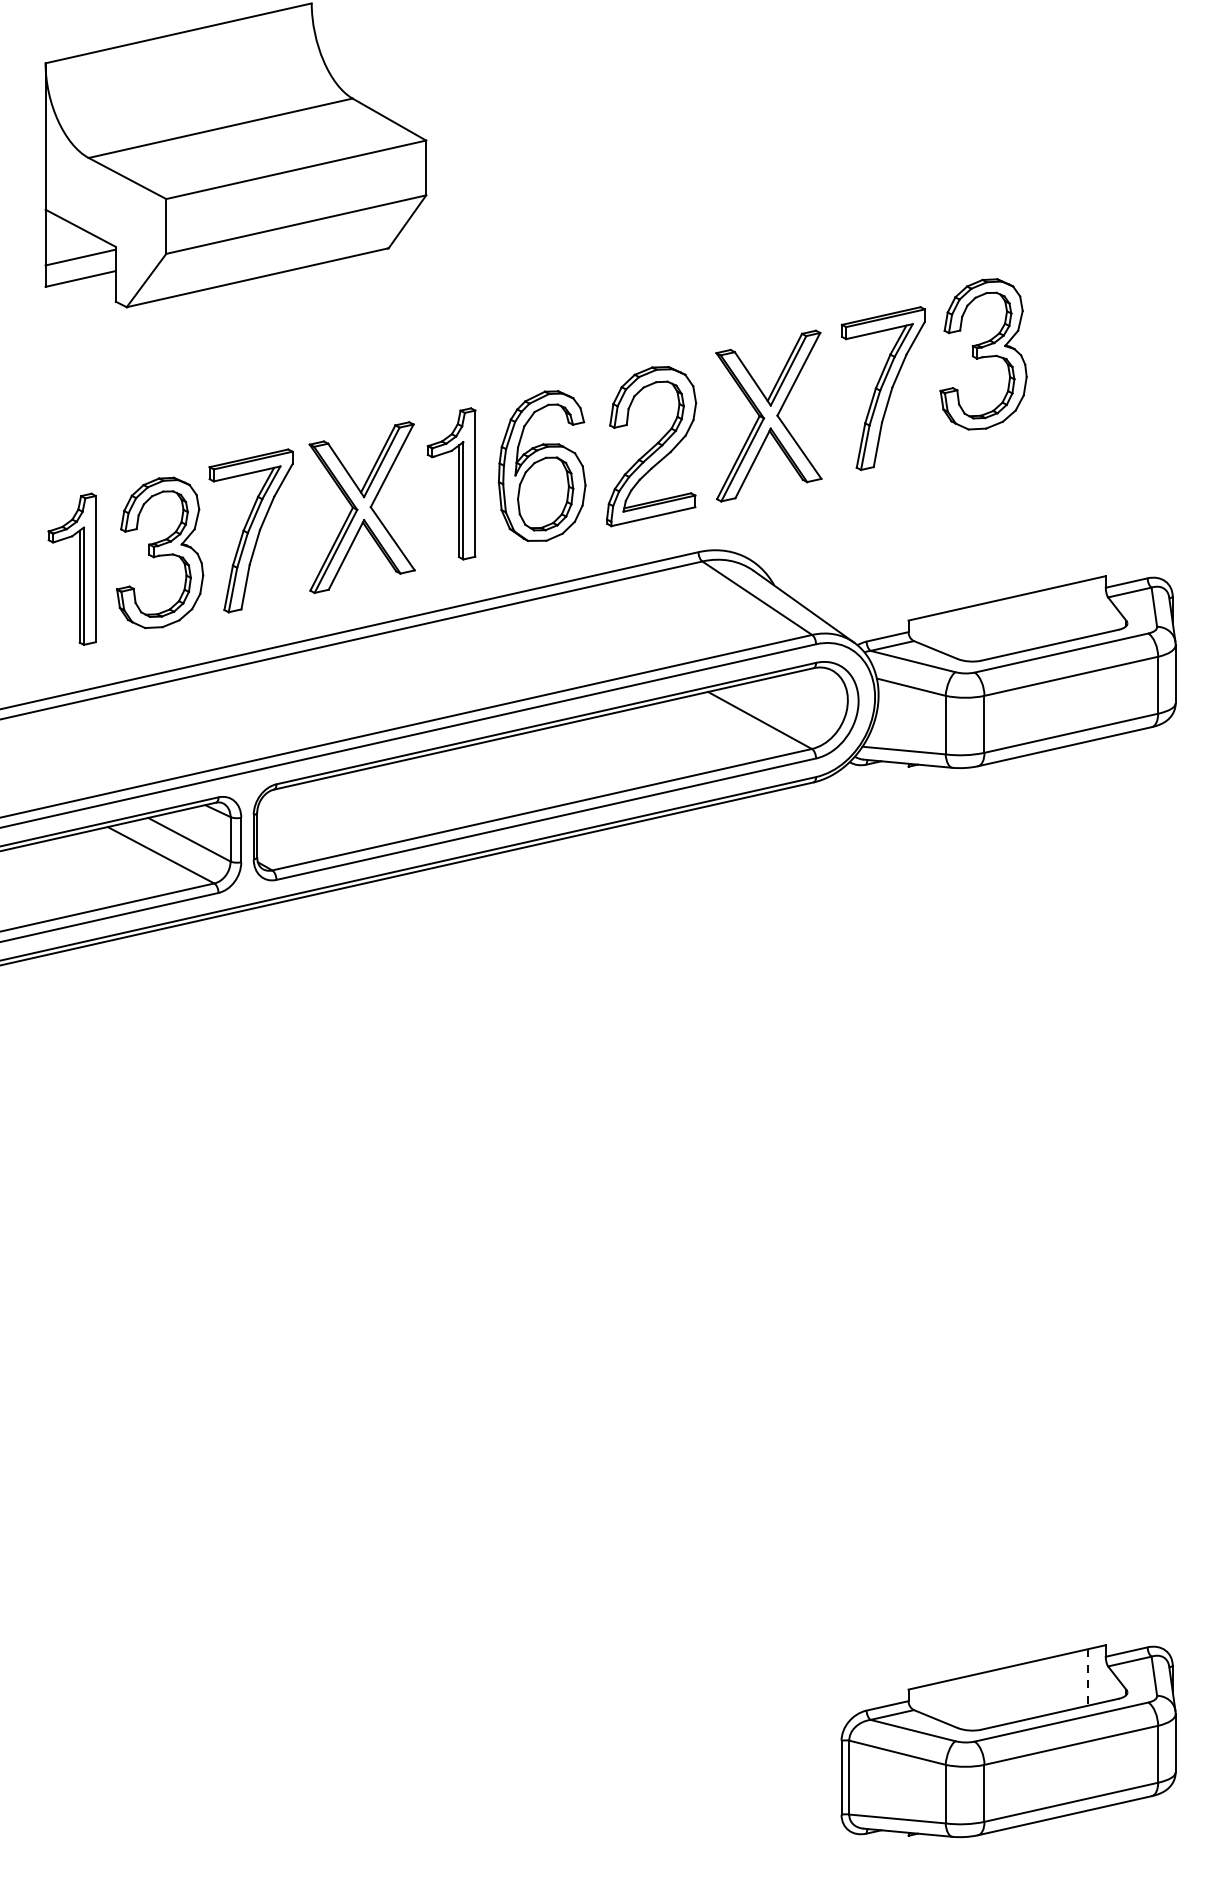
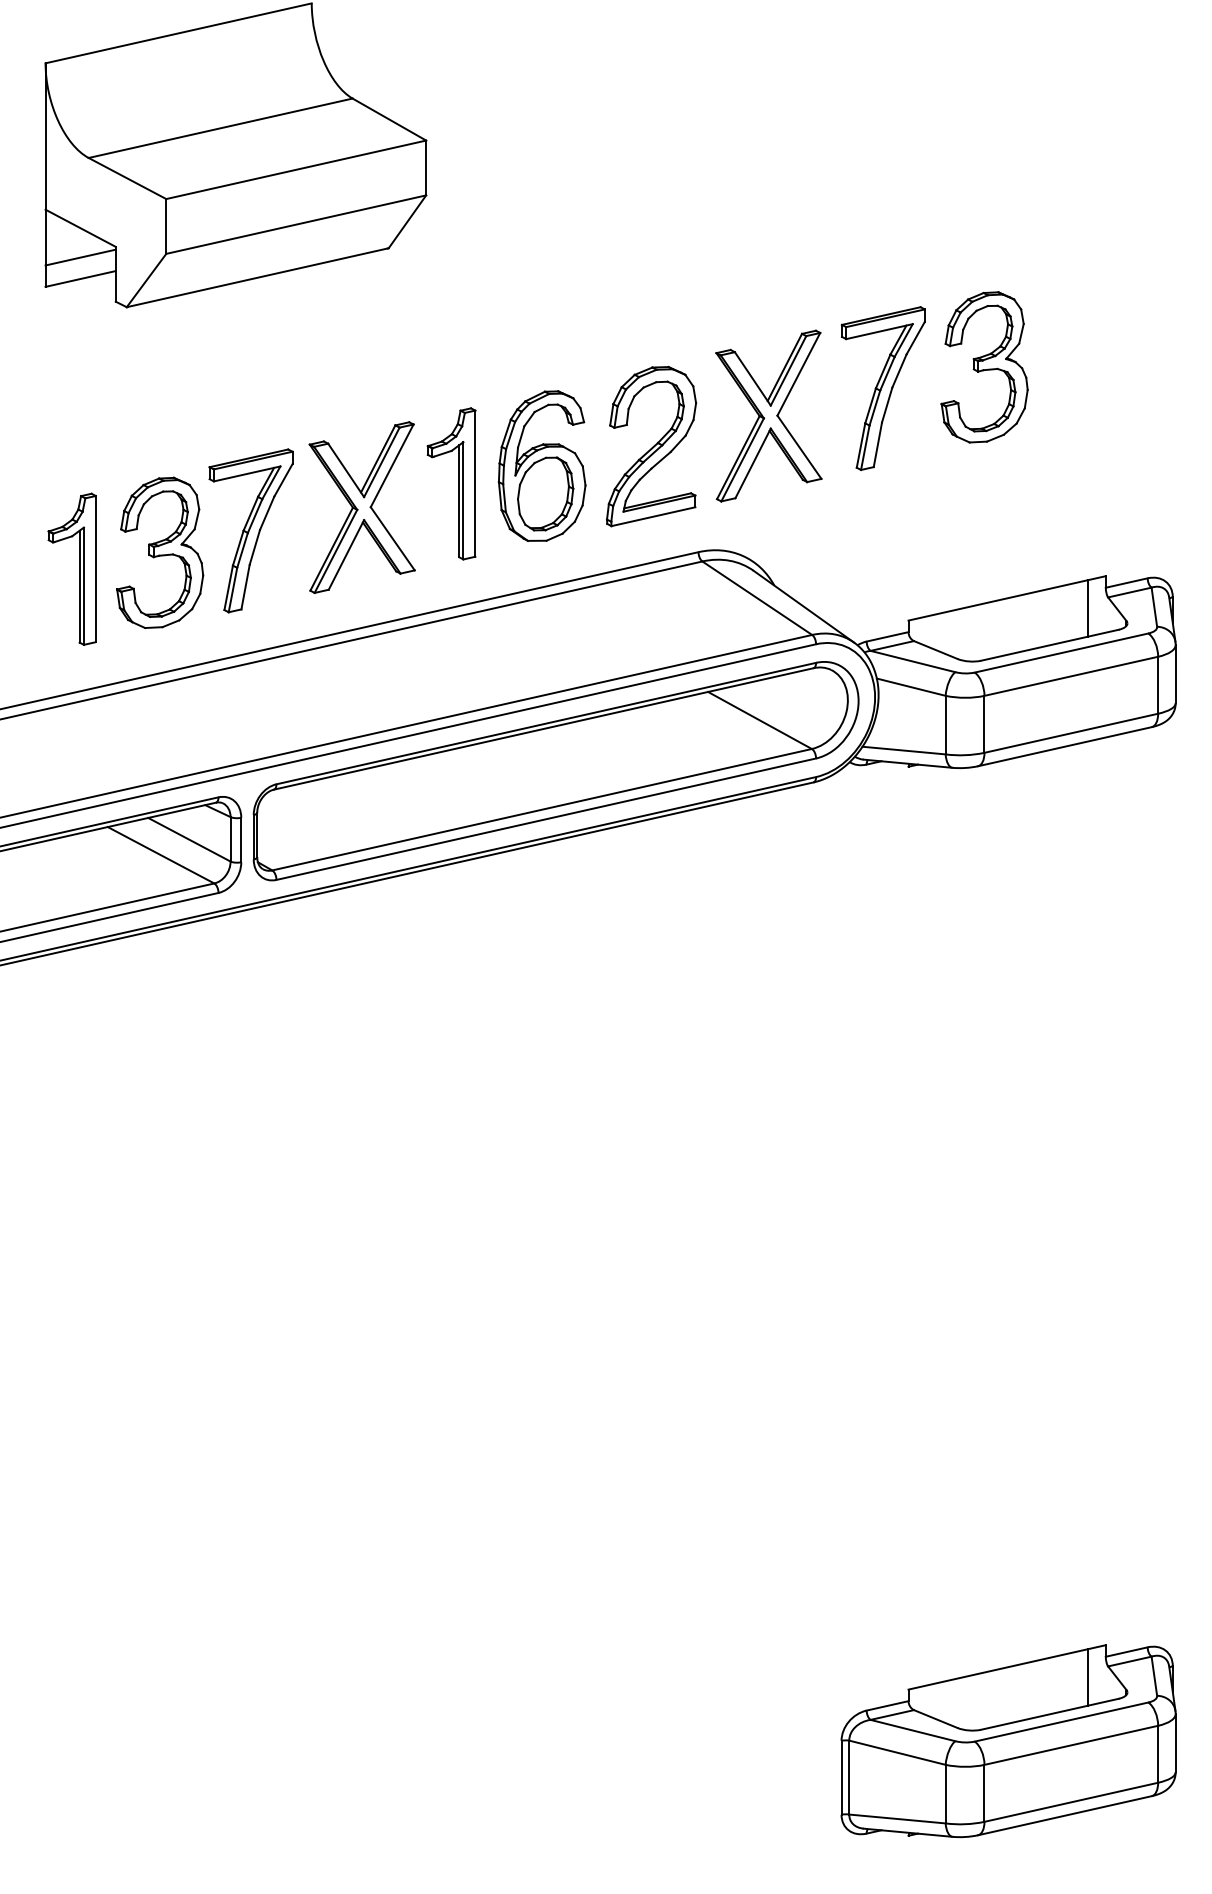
part at (983, 354) position: (983, 354) -> (984, 367)
line at (1088, 608): none -> present
line at (1088, 1677): dashed -> solid
